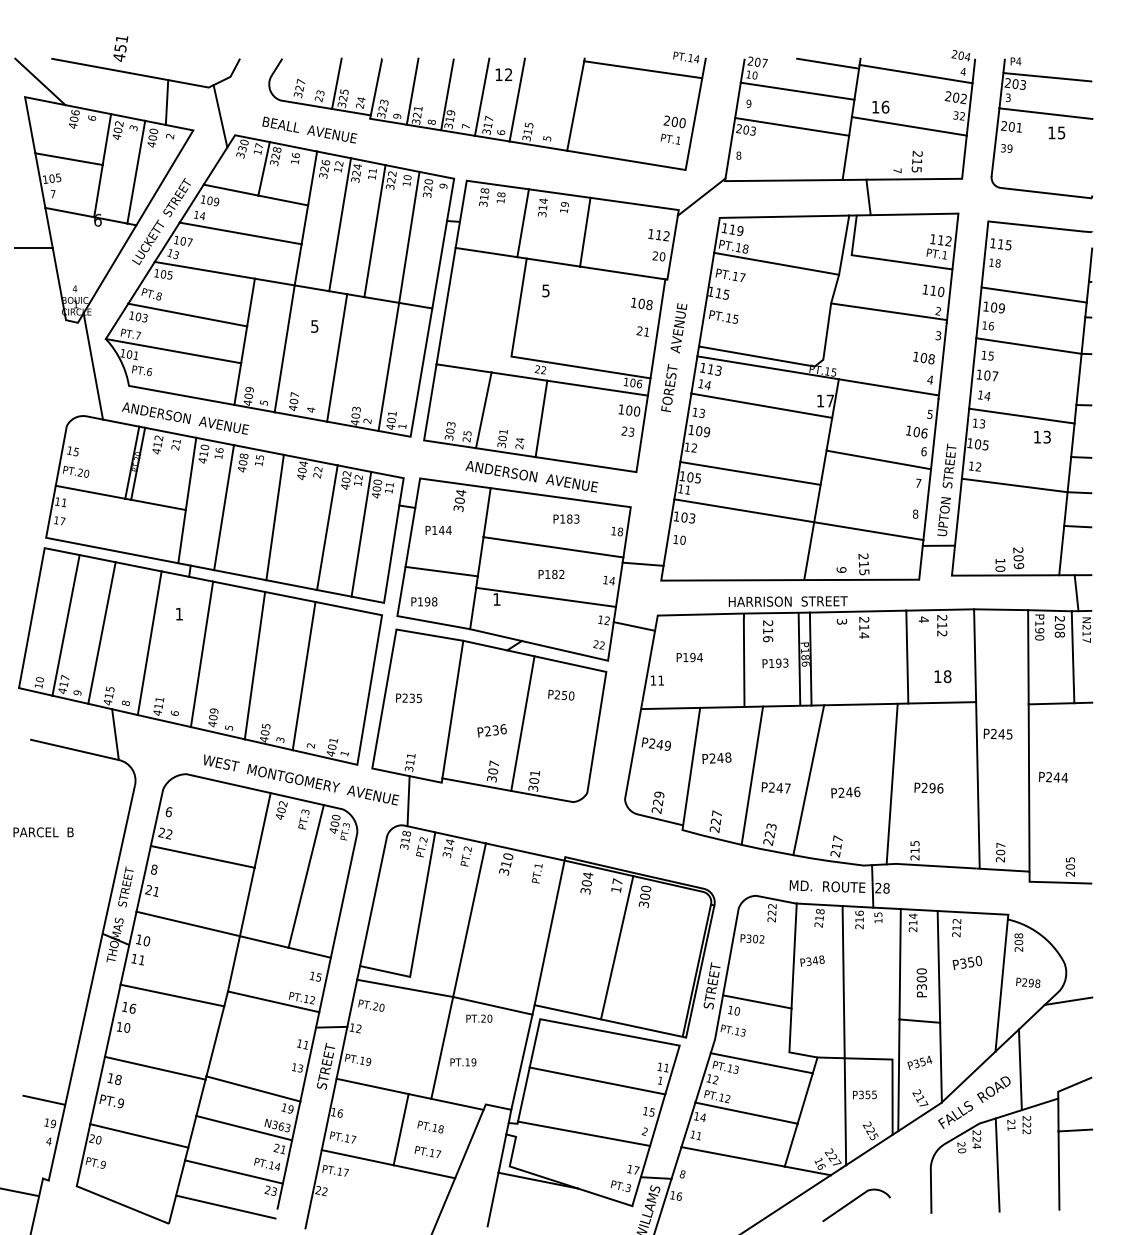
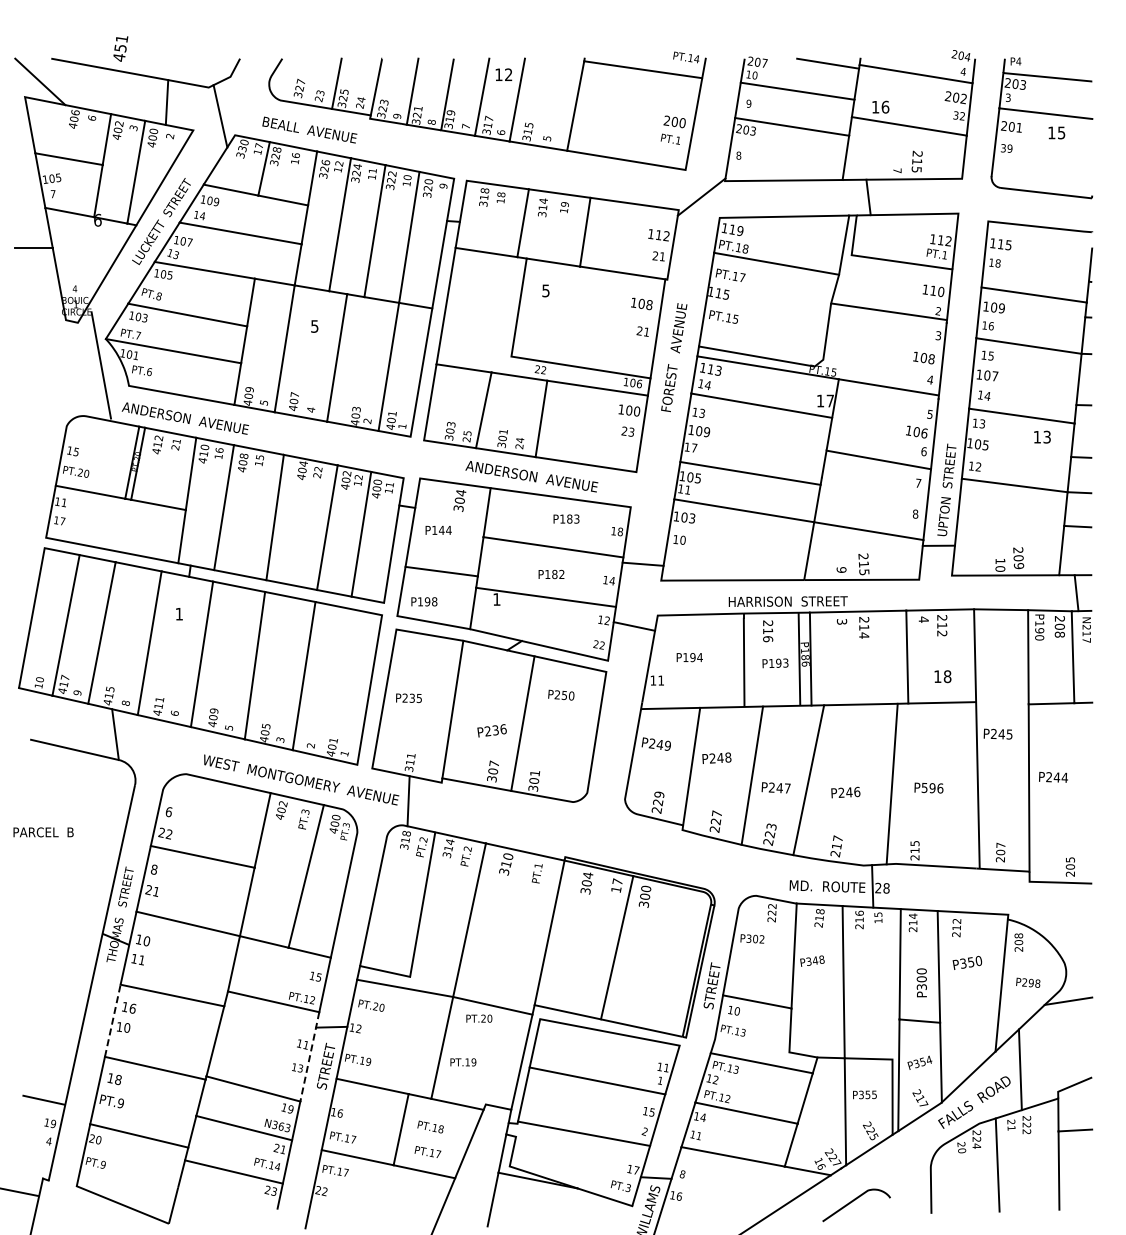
text at (662, 256): 20 -> 21
line at (93, 366) position: (93, 366) -> (101, 365)
text at (694, 447): 12 -> 17
text at (924, 787): P296 -> P596
line at (112, 1020): solid -> dashed
line at (309, 1056): solid -> dashed
line at (225, 1206): present -> none
